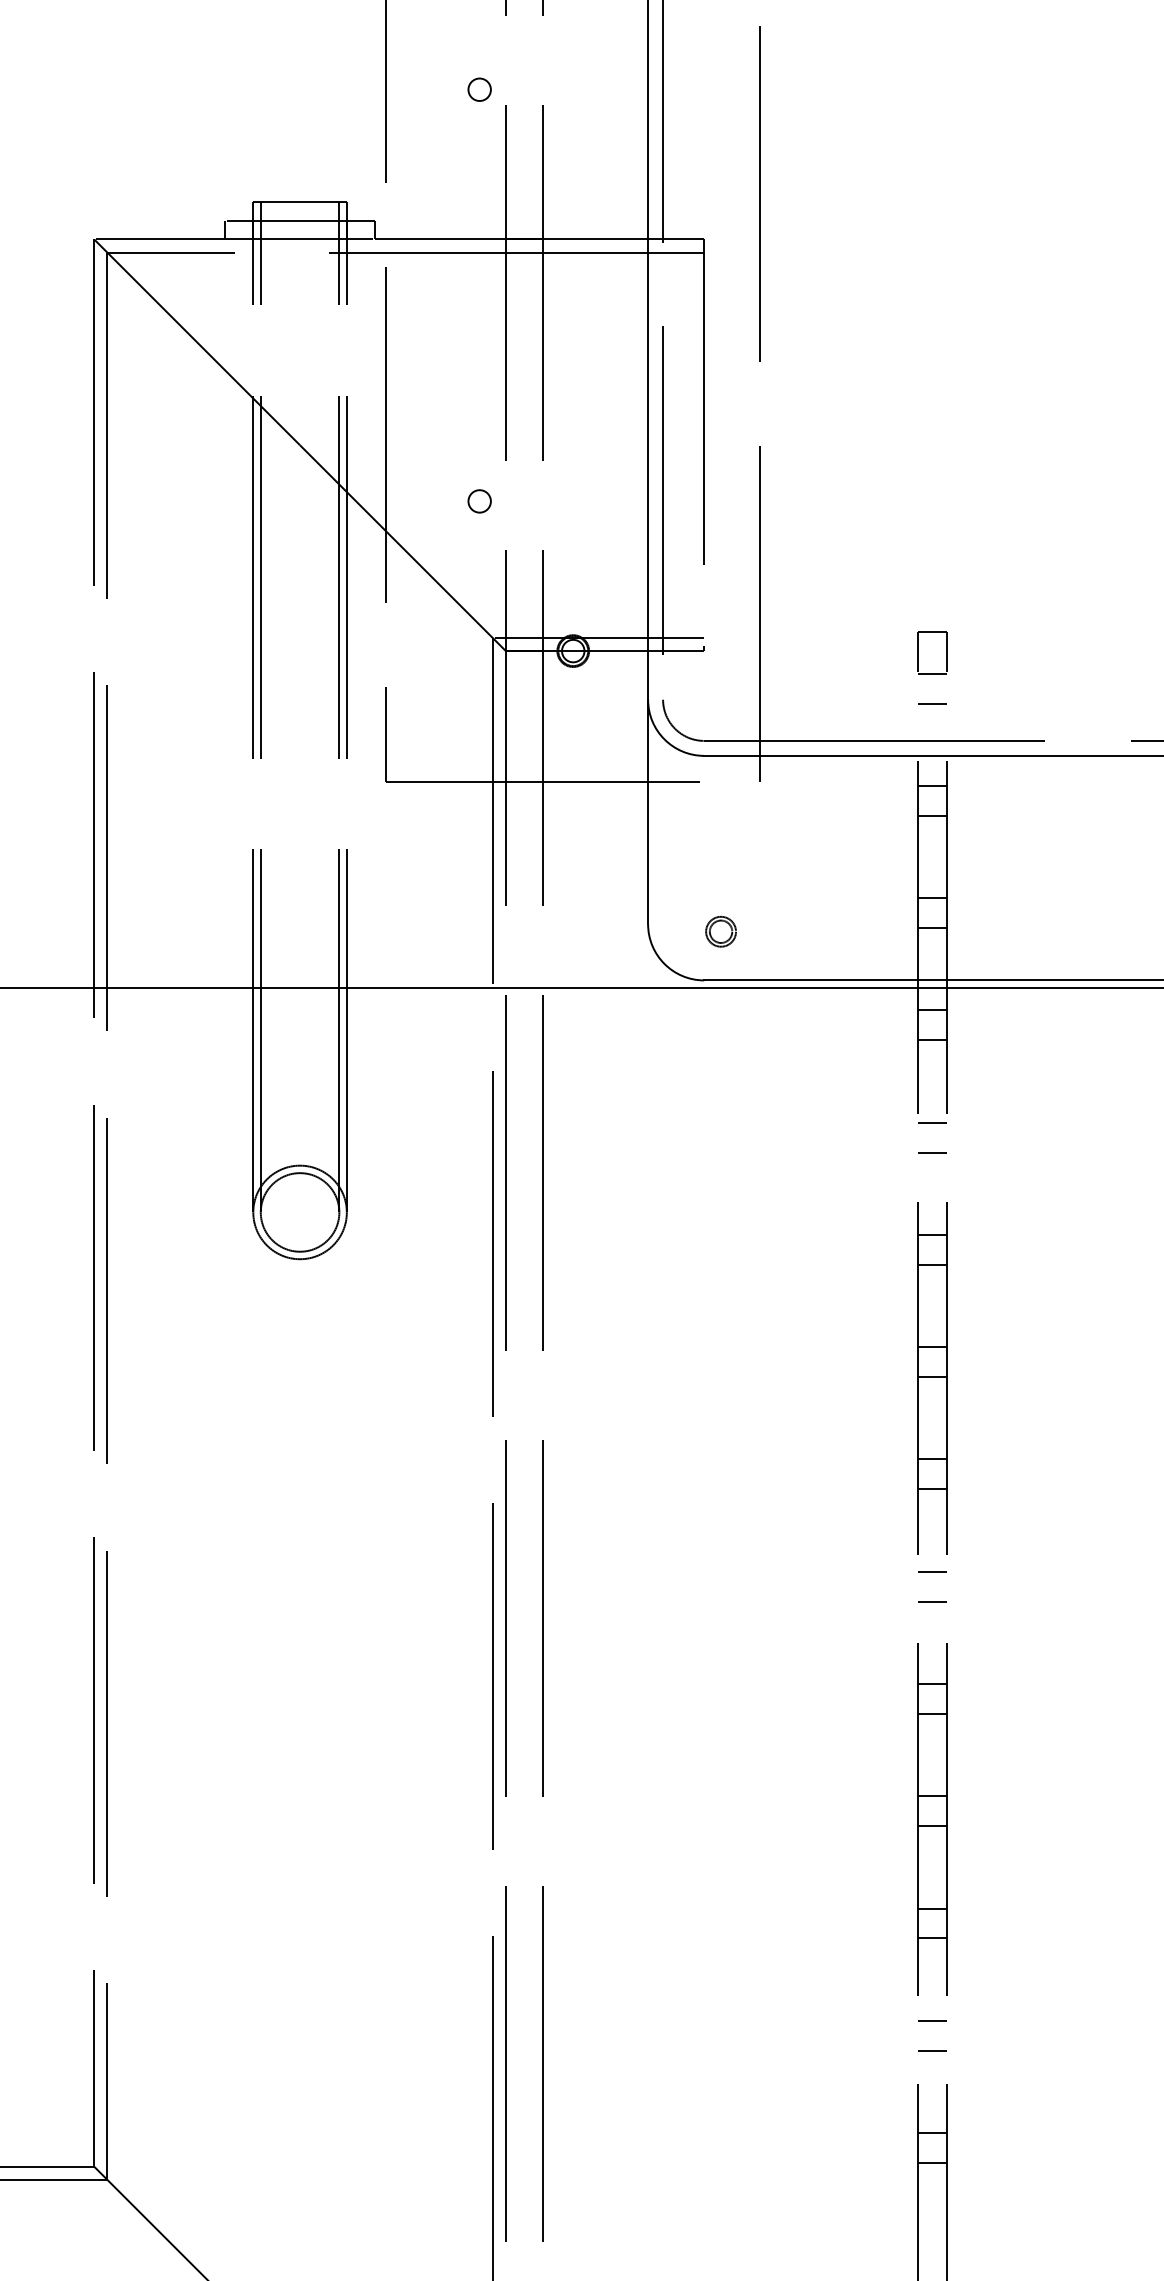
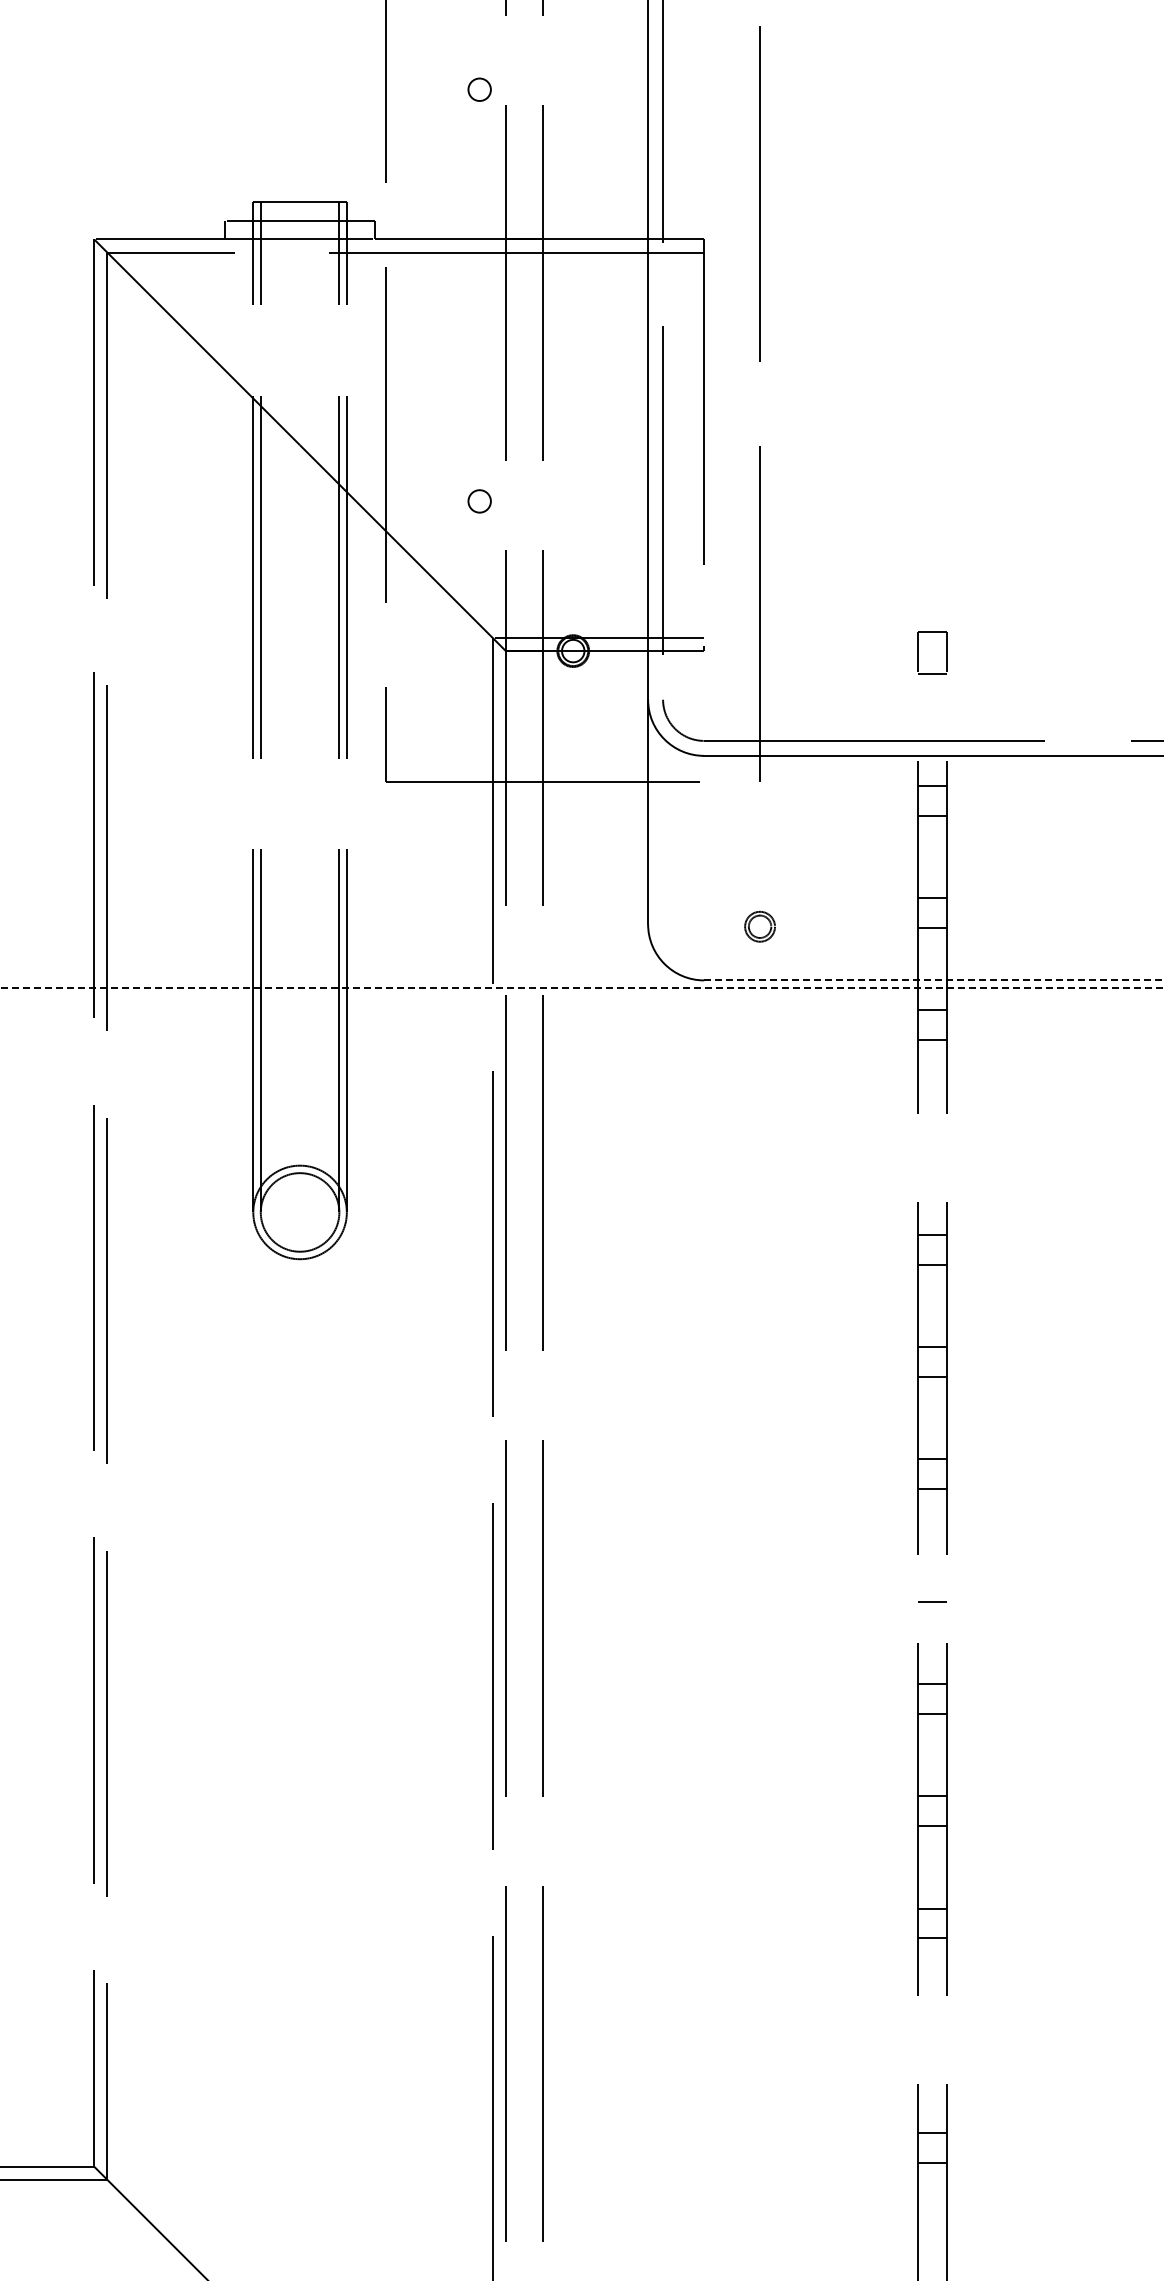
line at (932, 703): present -> none
part at (720, 931) position: (720, 931) -> (759, 926)
line at (934, 980): solid -> dashed
line at (582, 987): solid -> dashed
line at (932, 1122): present -> none
line at (932, 1152): present -> none
line at (932, 1571): present -> none
line at (932, 2020): present -> none
line at (932, 2050): present -> none
